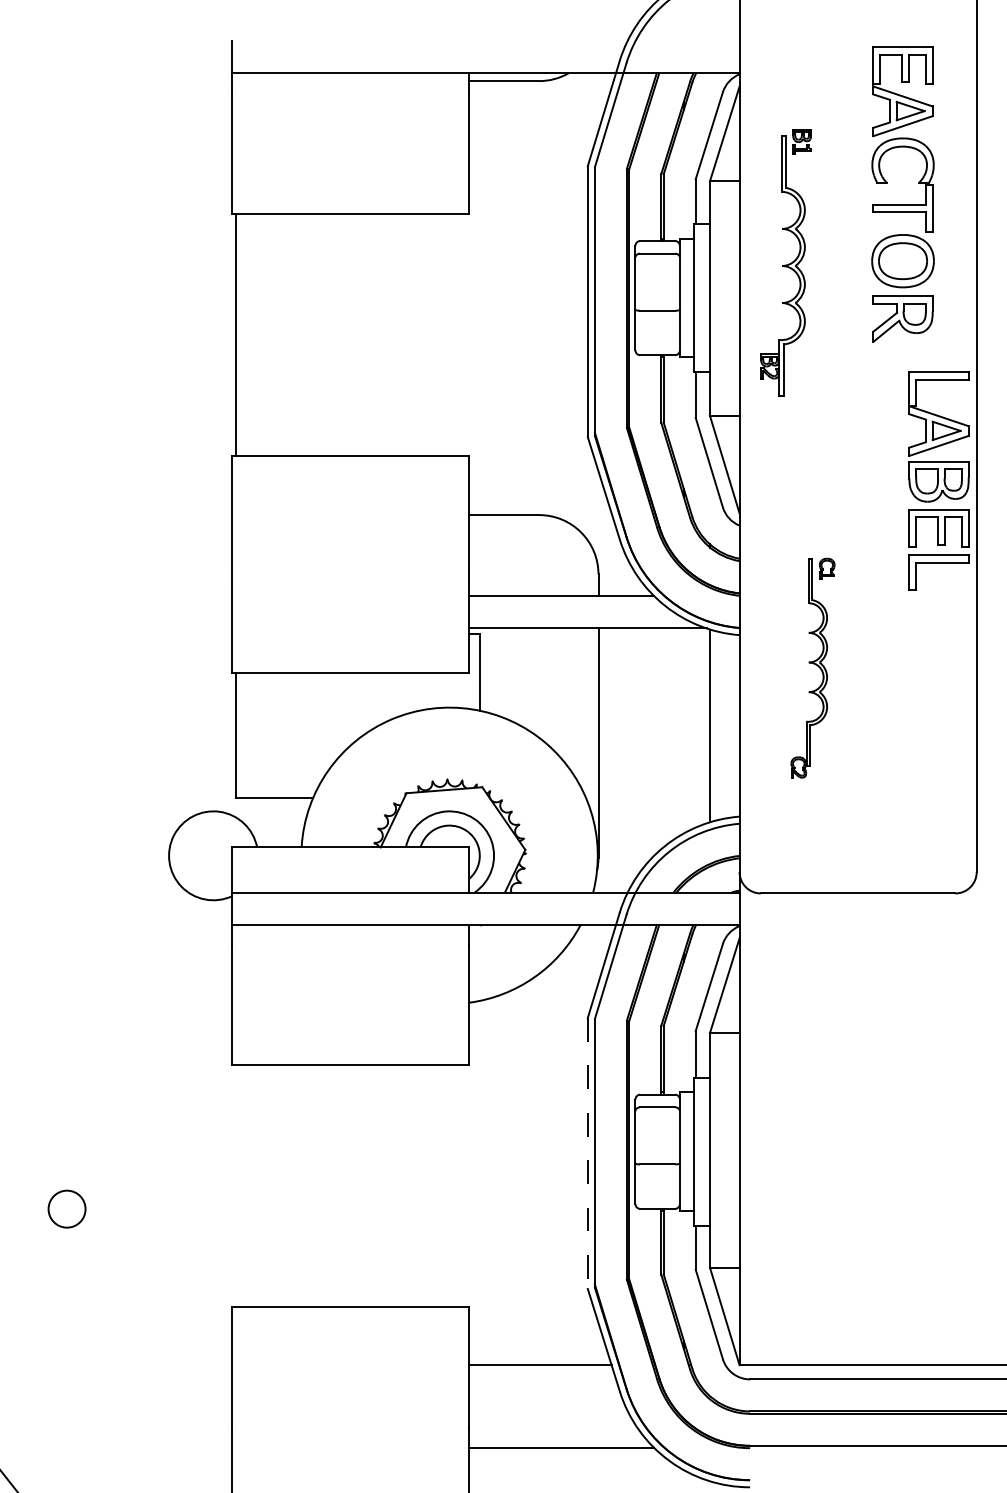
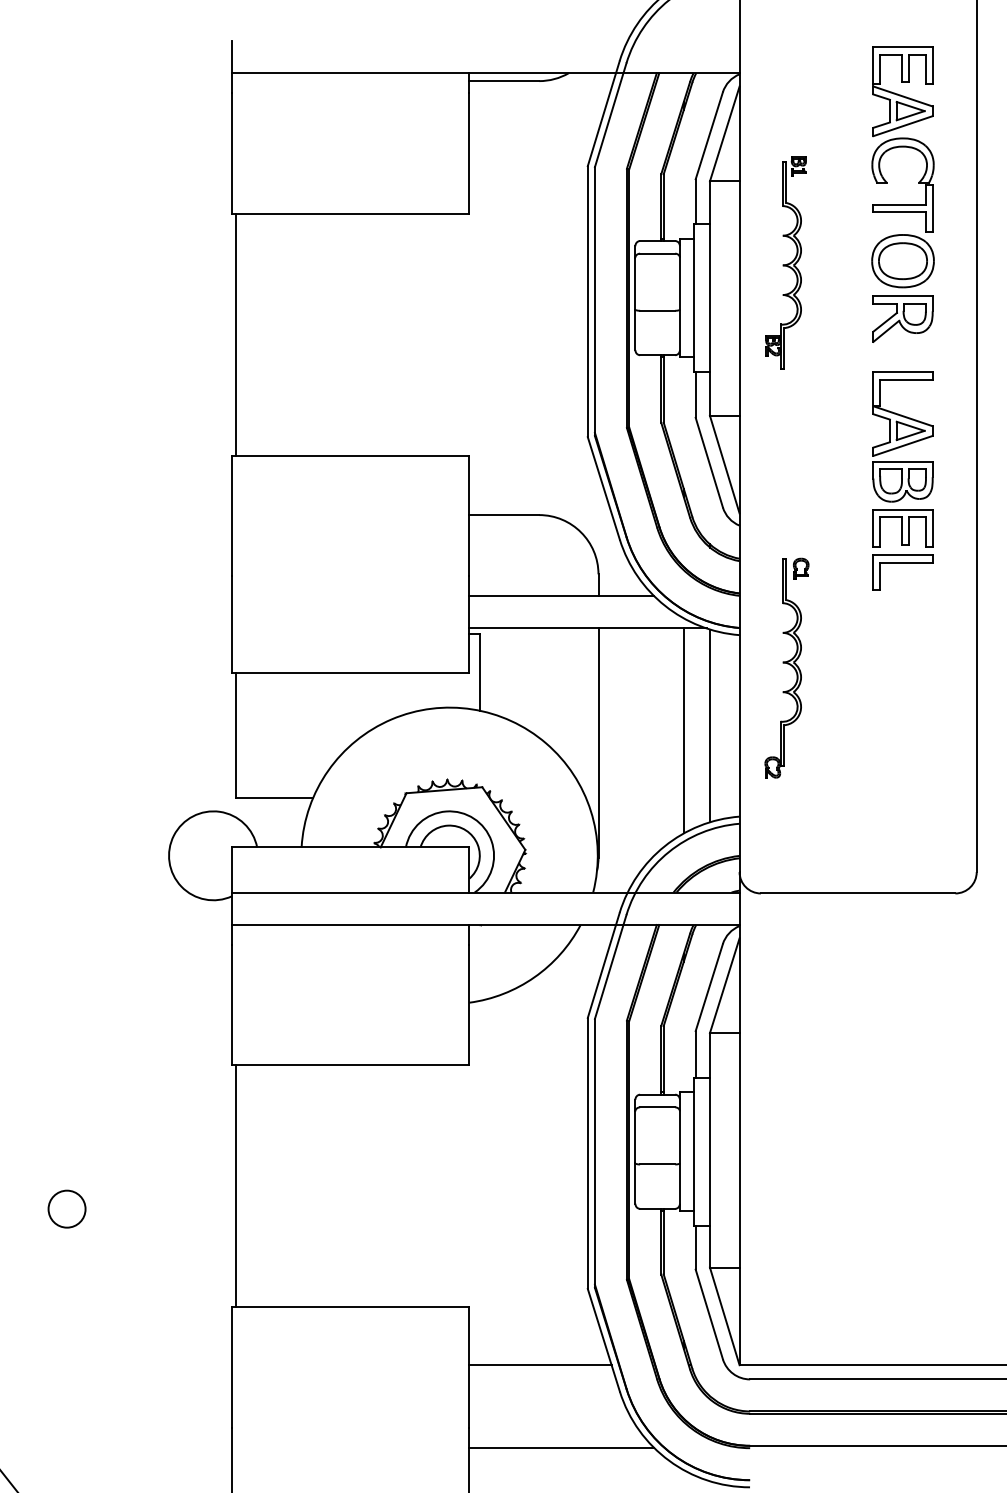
part at (785, 262) size: 52x268 px -> 42x214 px
part at (938, 480) position: (938, 480) -> (902, 480)
part at (812, 667) position: (812, 667) -> (786, 667)
line at (683, 730): none -> present
line at (587, 1153): dashed -> solid
line at (235, 1186): none -> present
